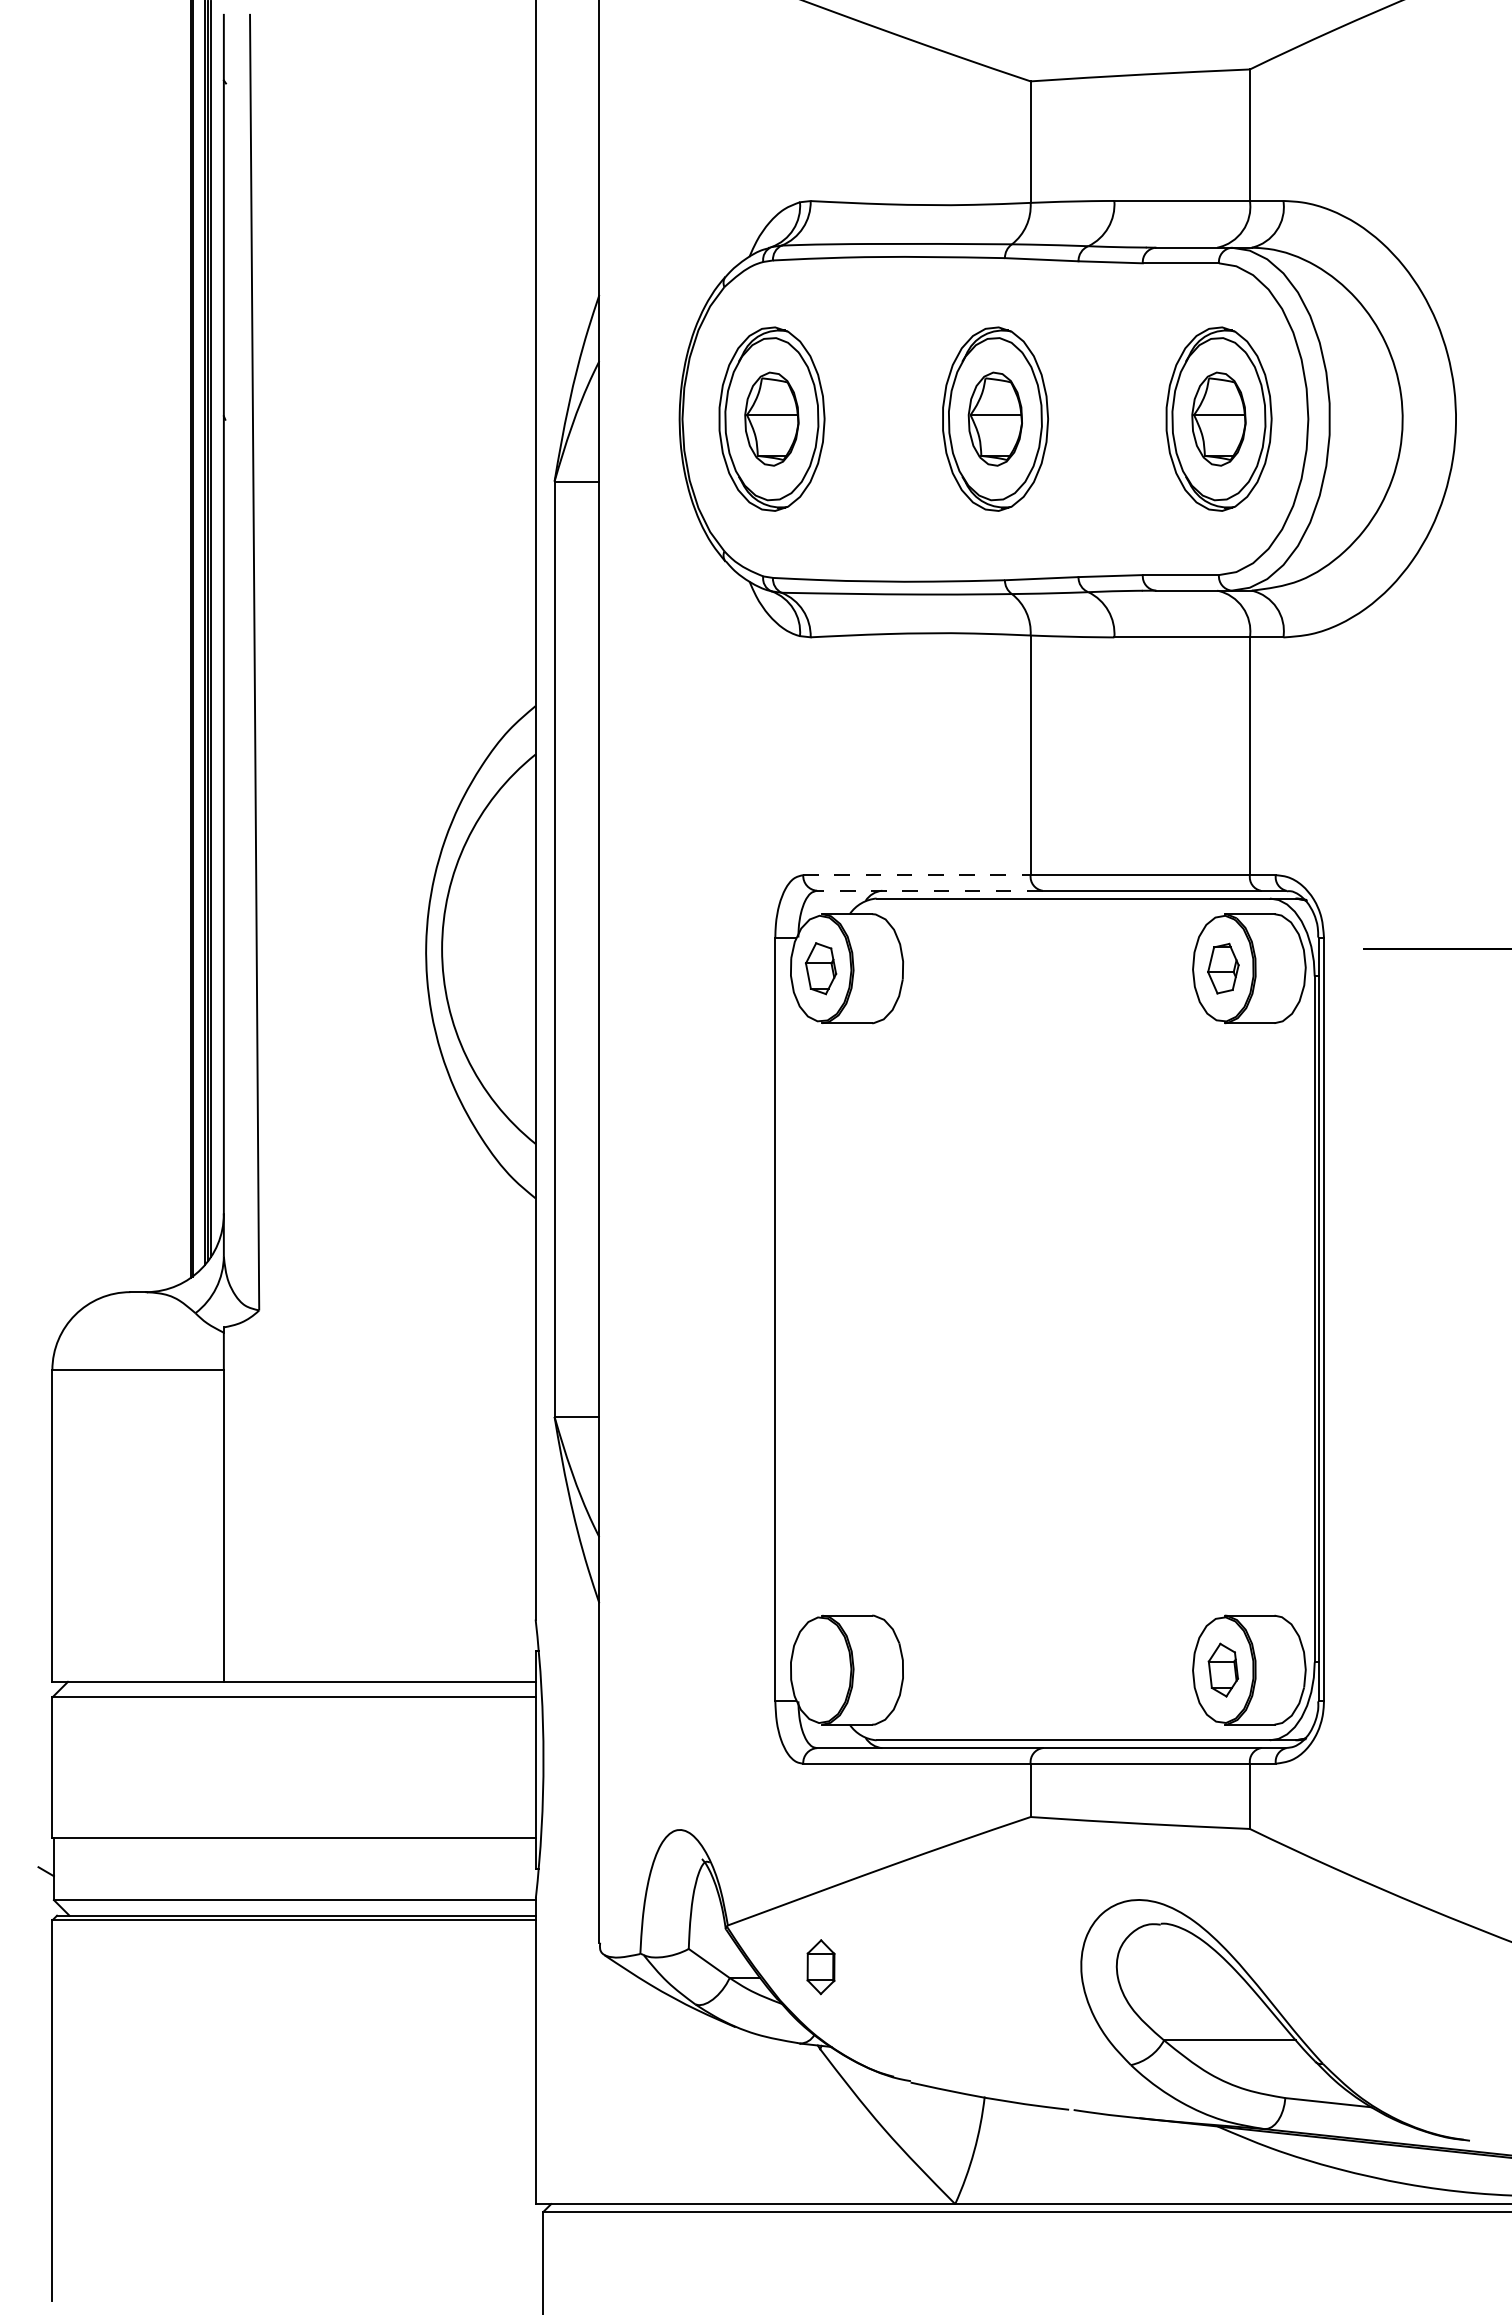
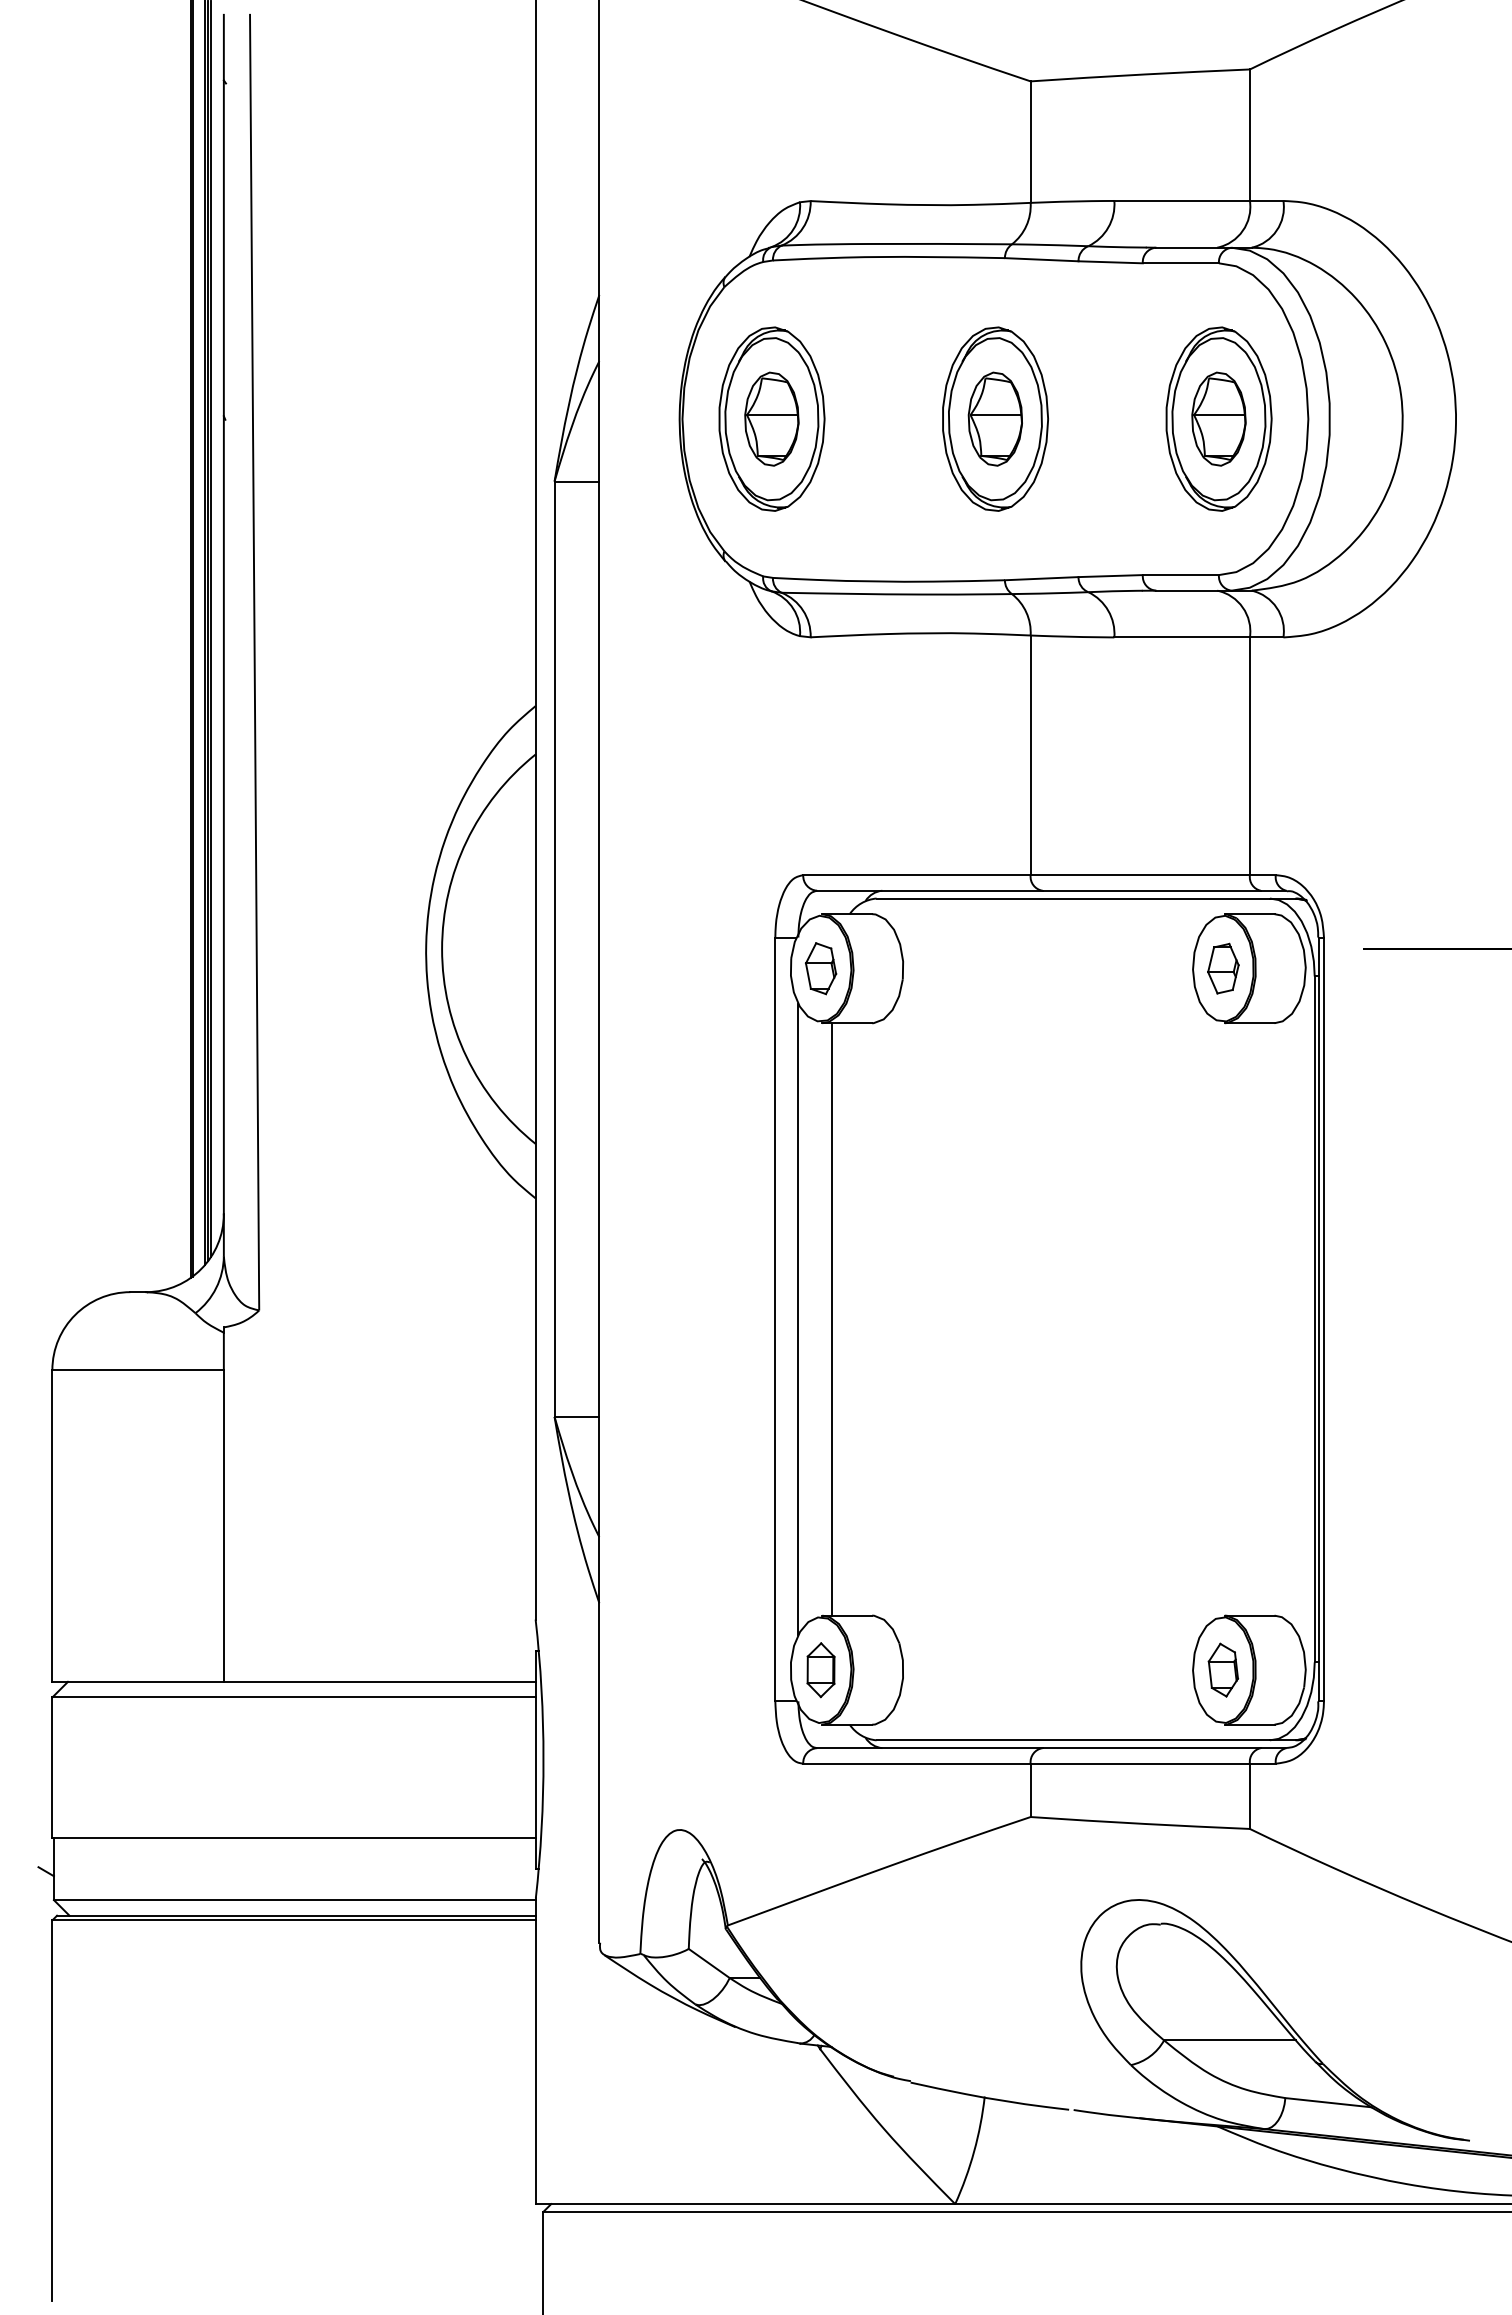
line at (916, 875): dashed -> solid
line at (929, 890): dashed -> solid
line at (798, 1319): none -> present
line at (831, 1319): none -> present
part at (820, 1967) position: (820, 1967) -> (820, 1670)
